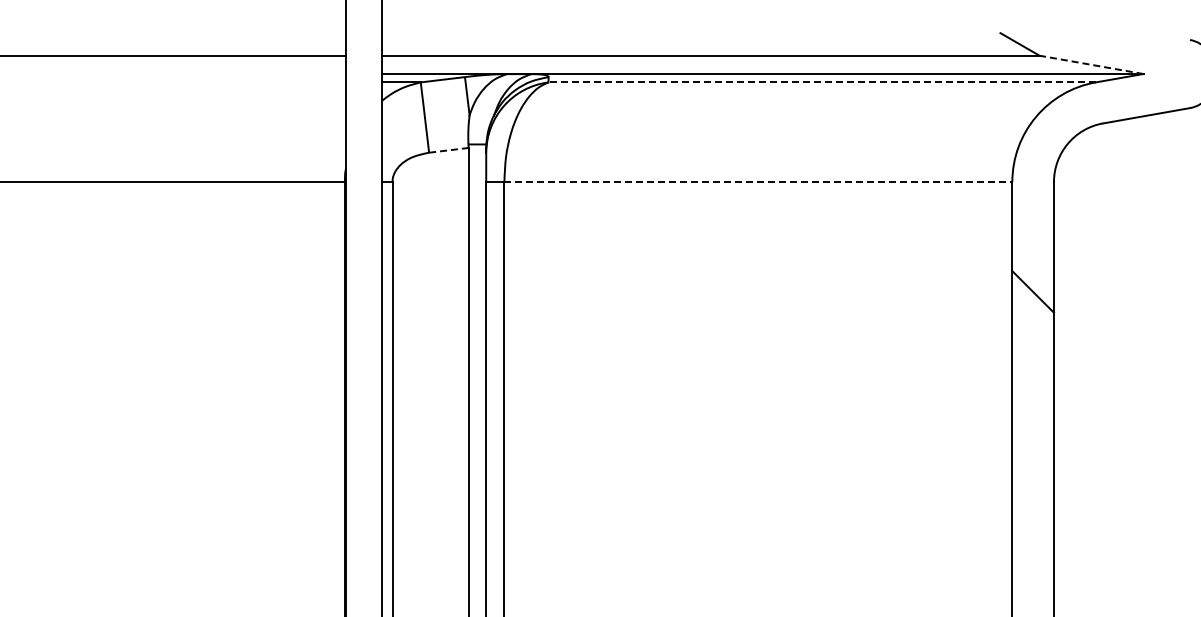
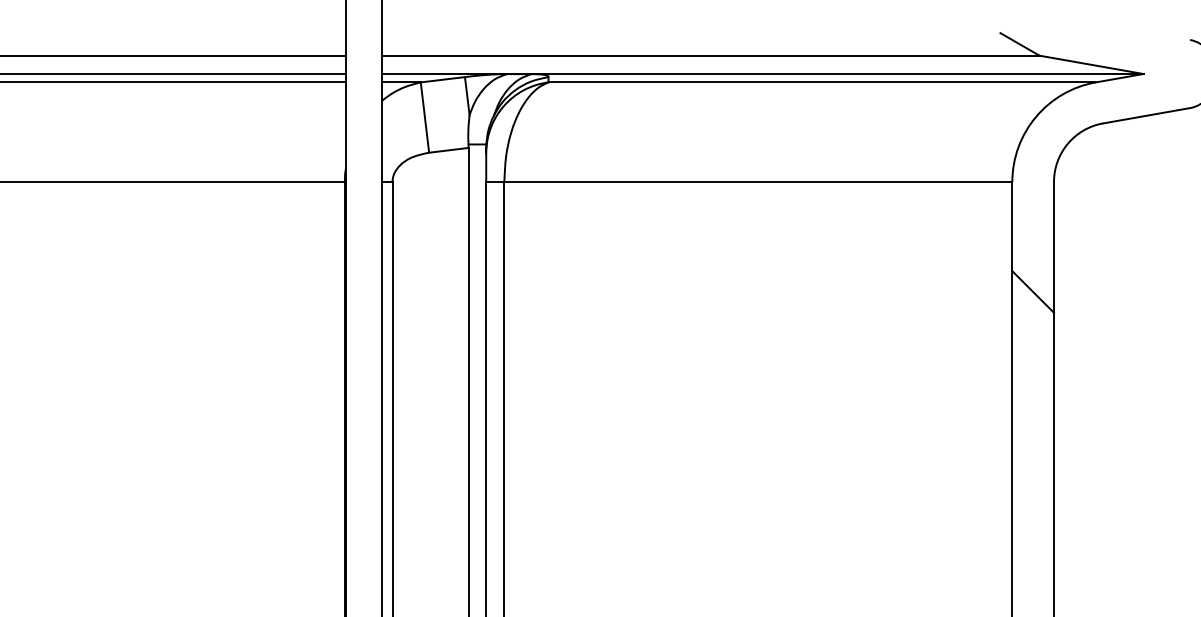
line at (1091, 64): dashed -> solid
line at (174, 74): none -> present
line at (174, 82): none -> present
line at (822, 82): dashed -> solid
line at (448, 150): dashed -> solid
line at (758, 181): dashed -> solid
